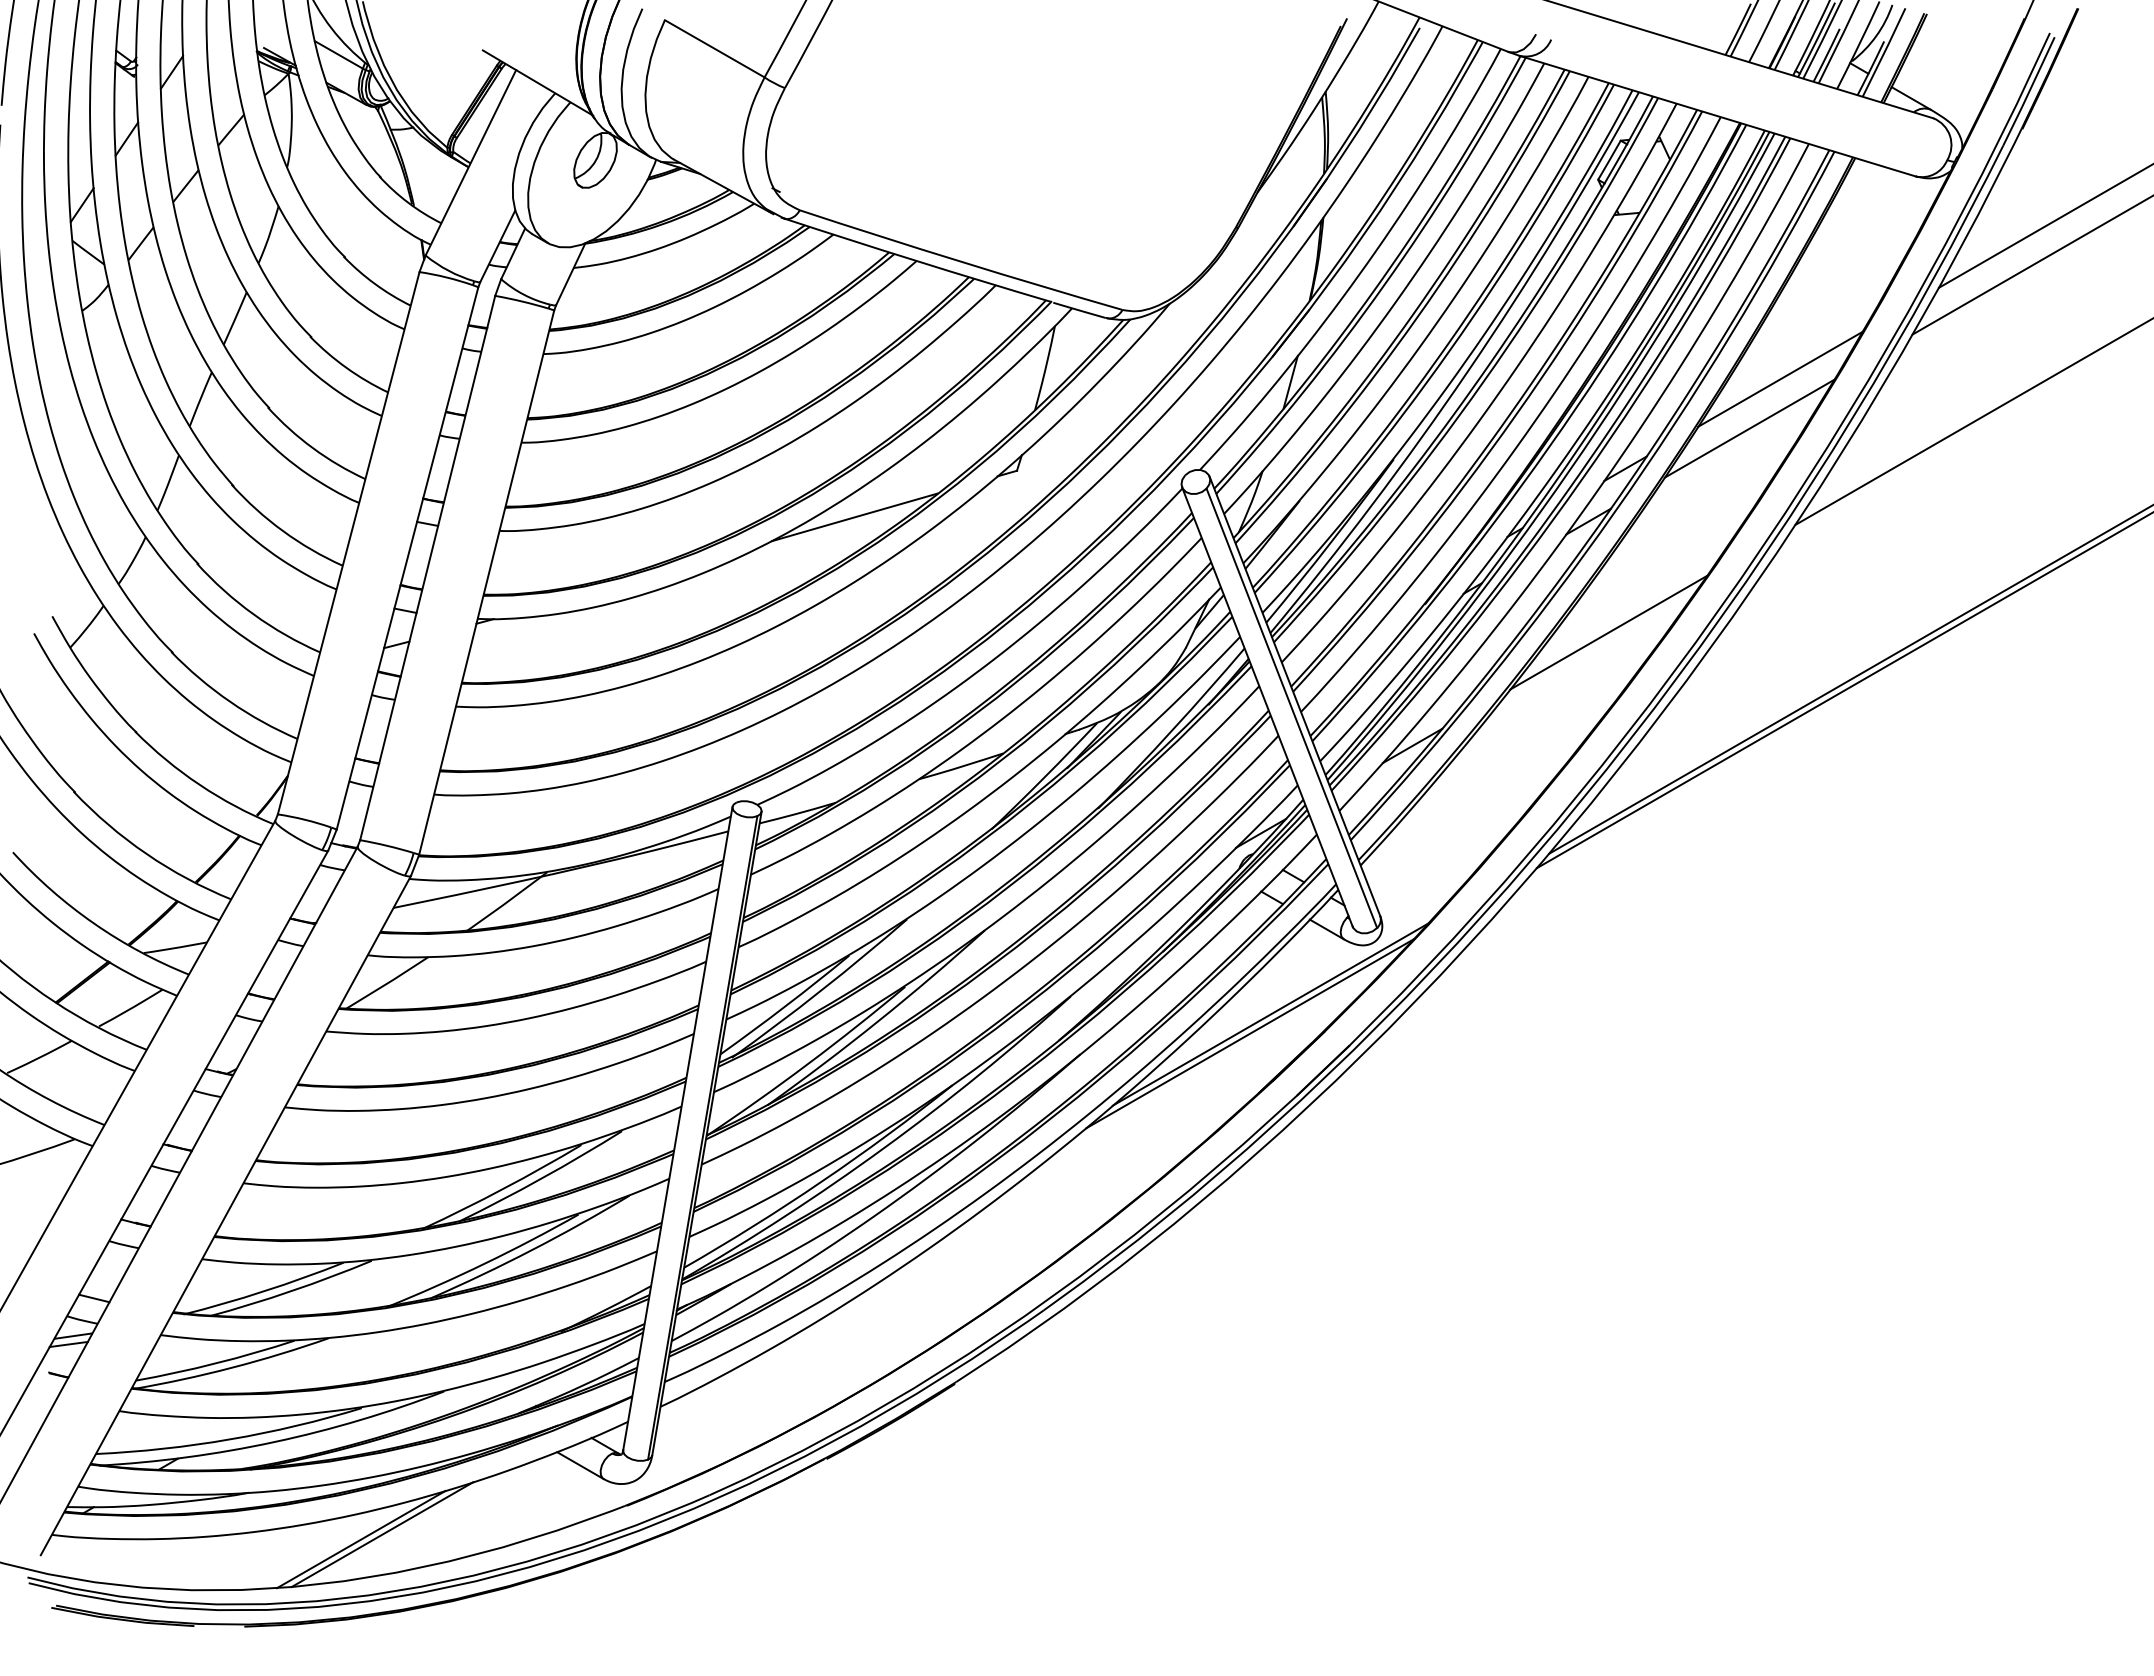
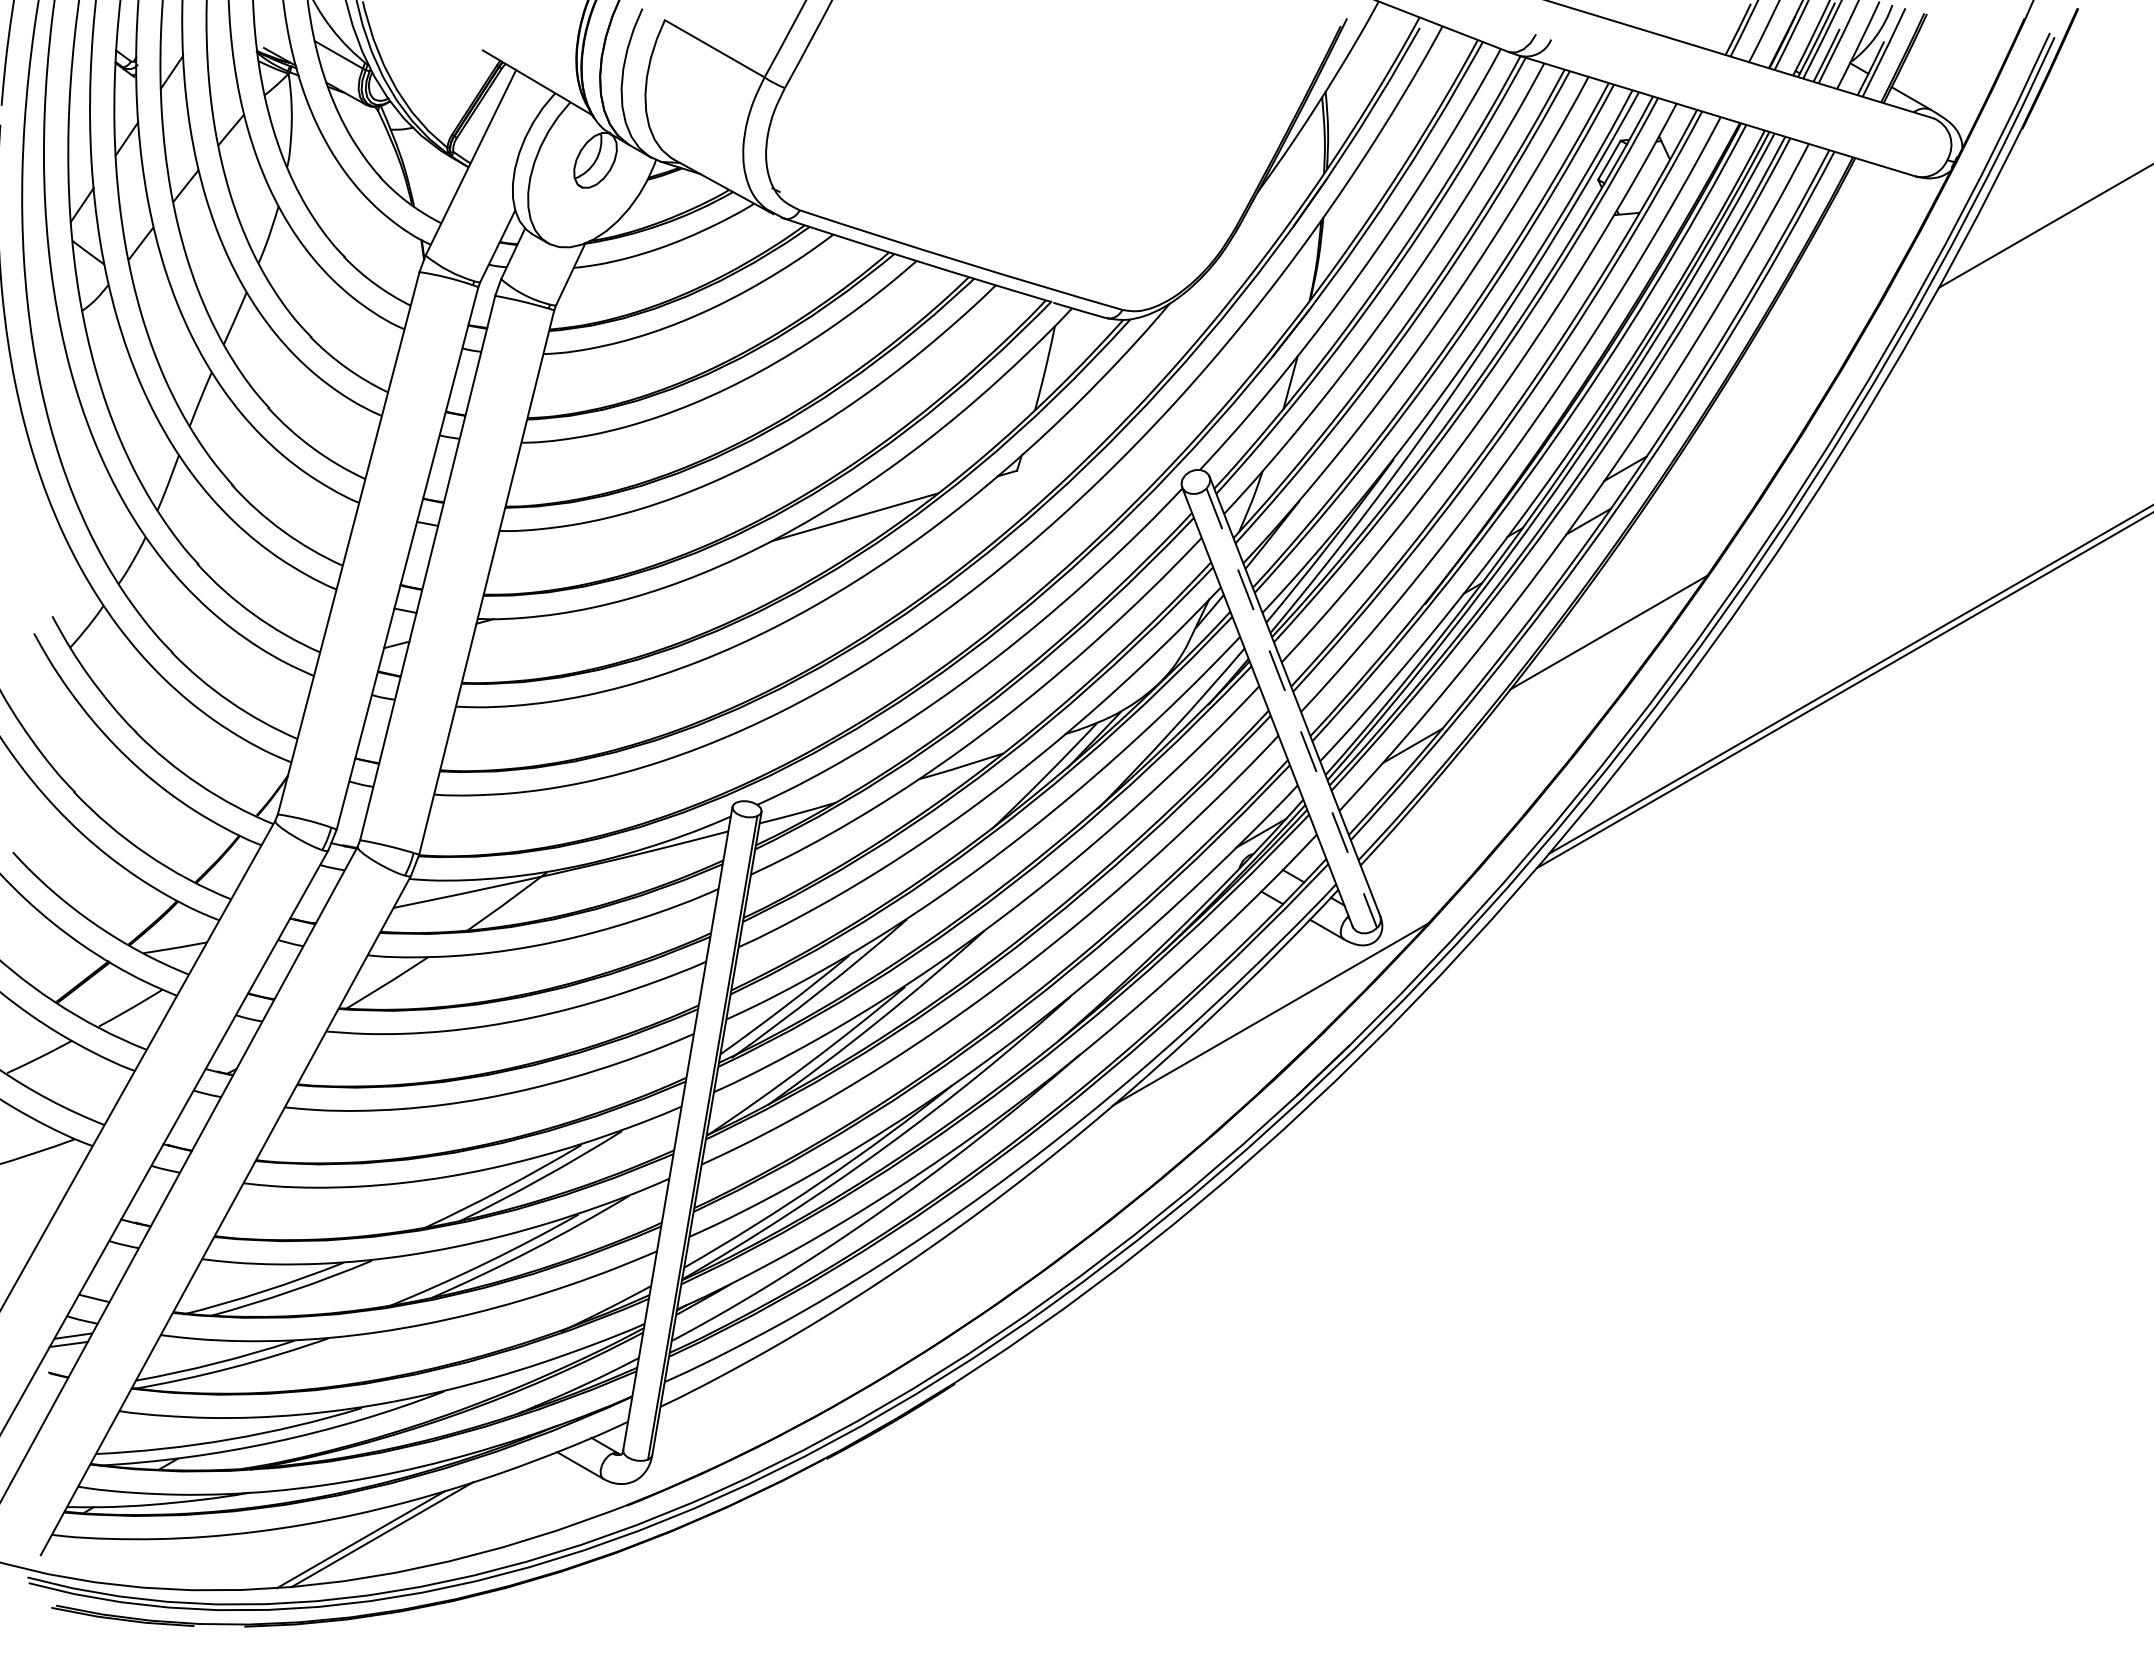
line at (2031, 265): present -> none
line at (1780, 378): present -> none
line at (1972, 421): present -> none
line at (1749, 428): present -> none
line at (1291, 708): solid -> dashed
line at (1250, 1033): present -> none
